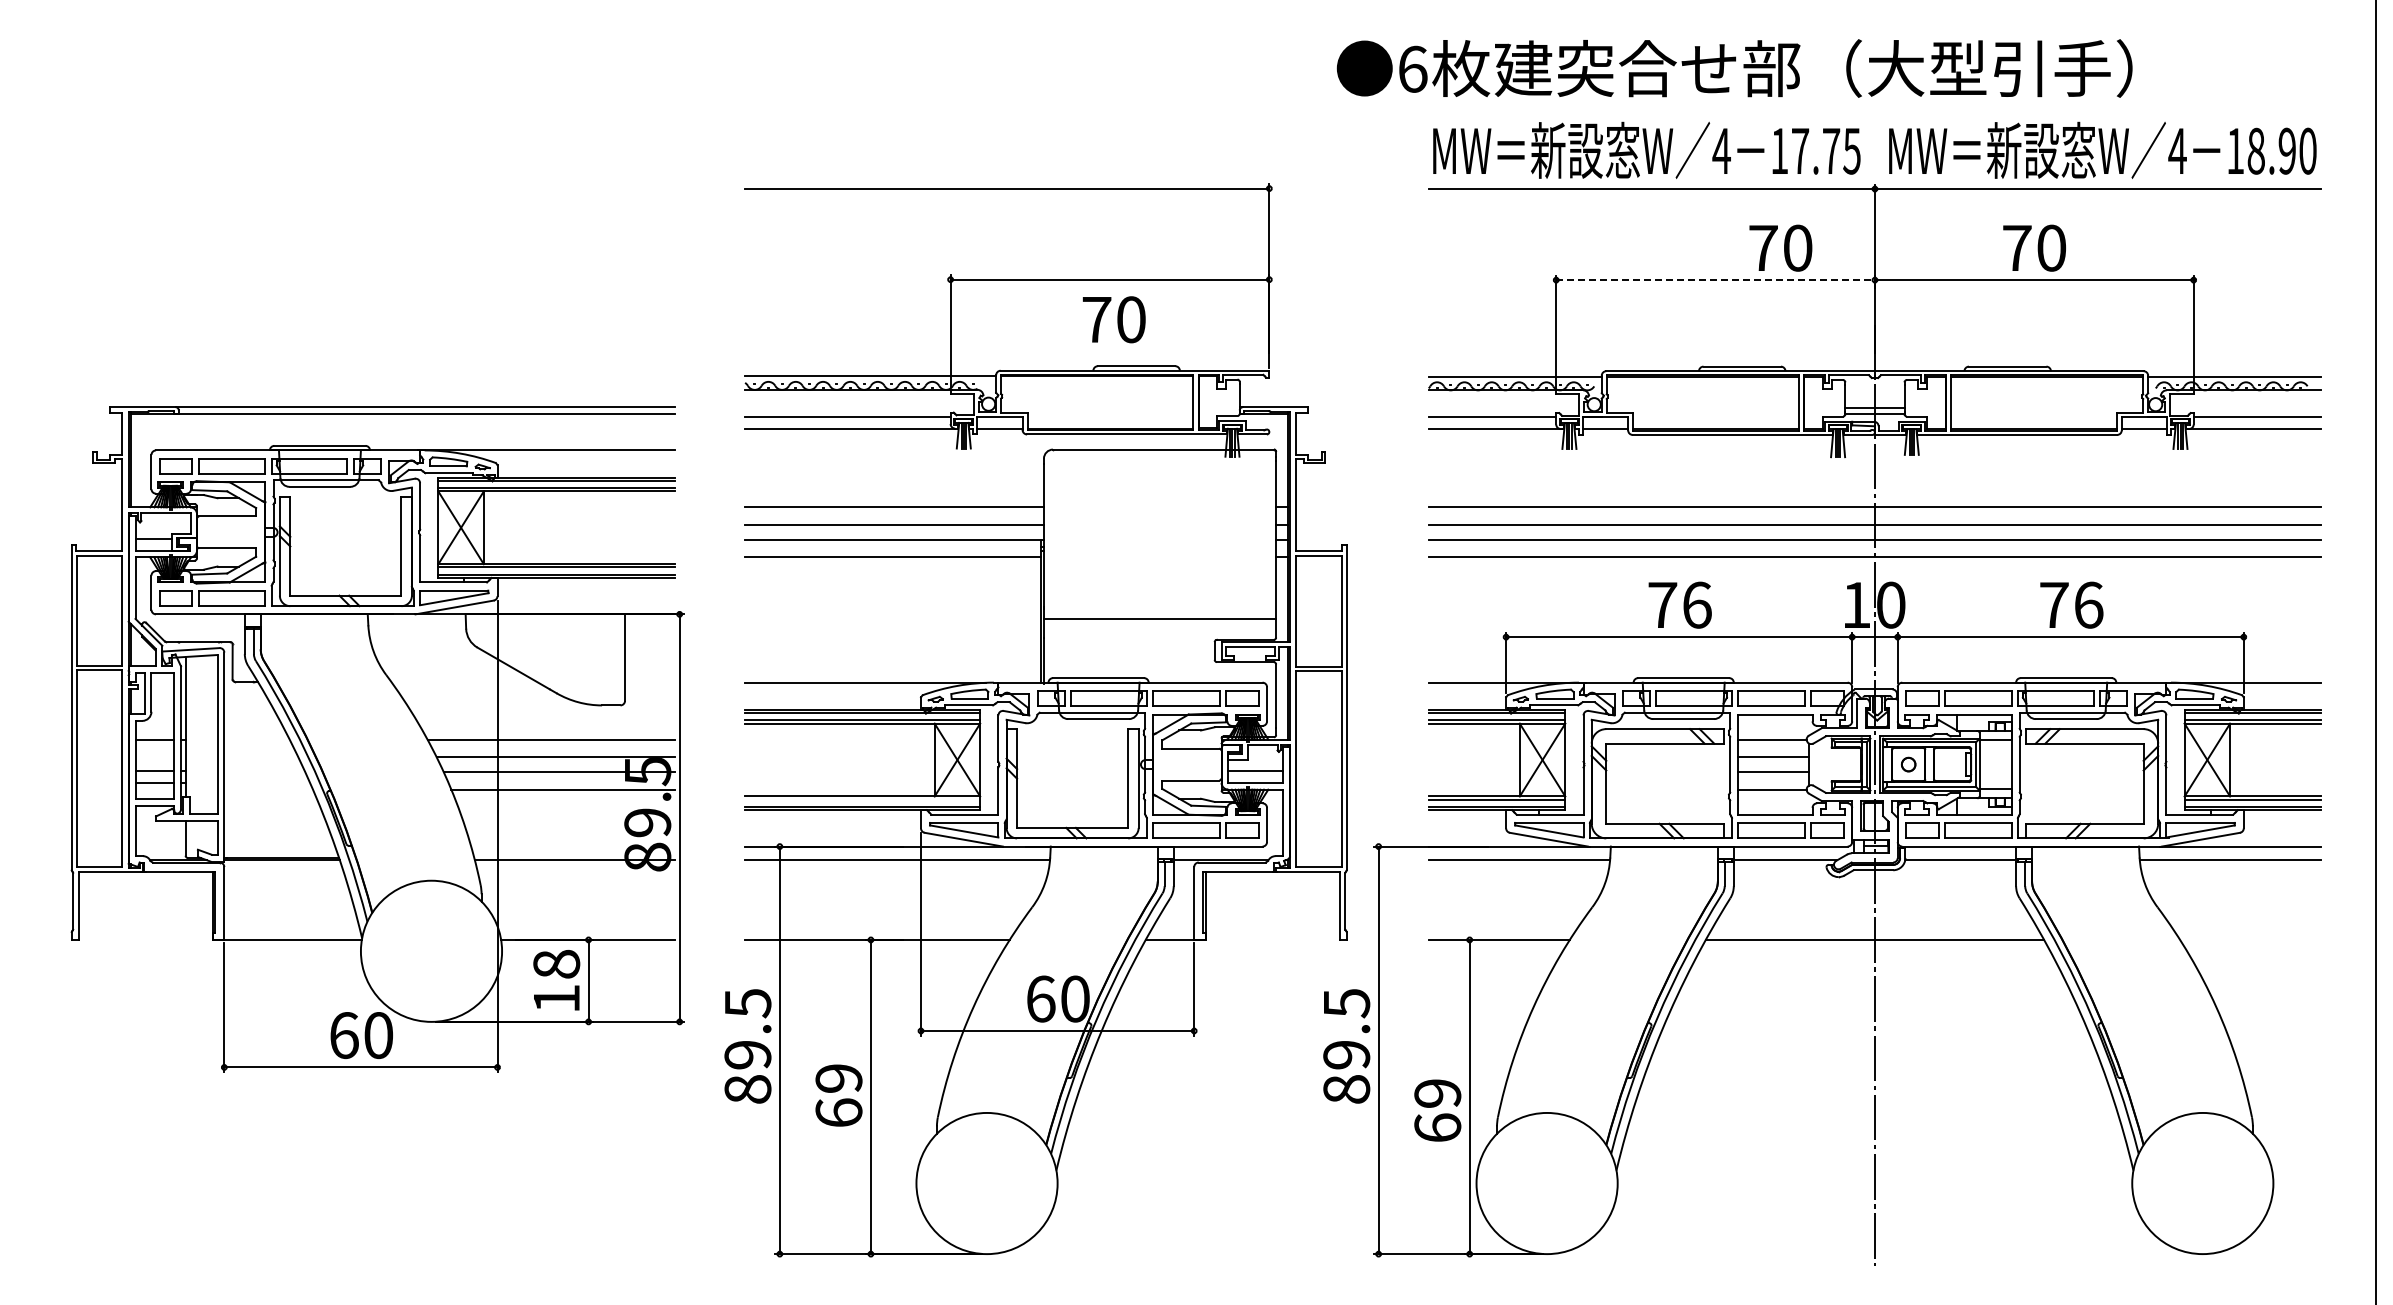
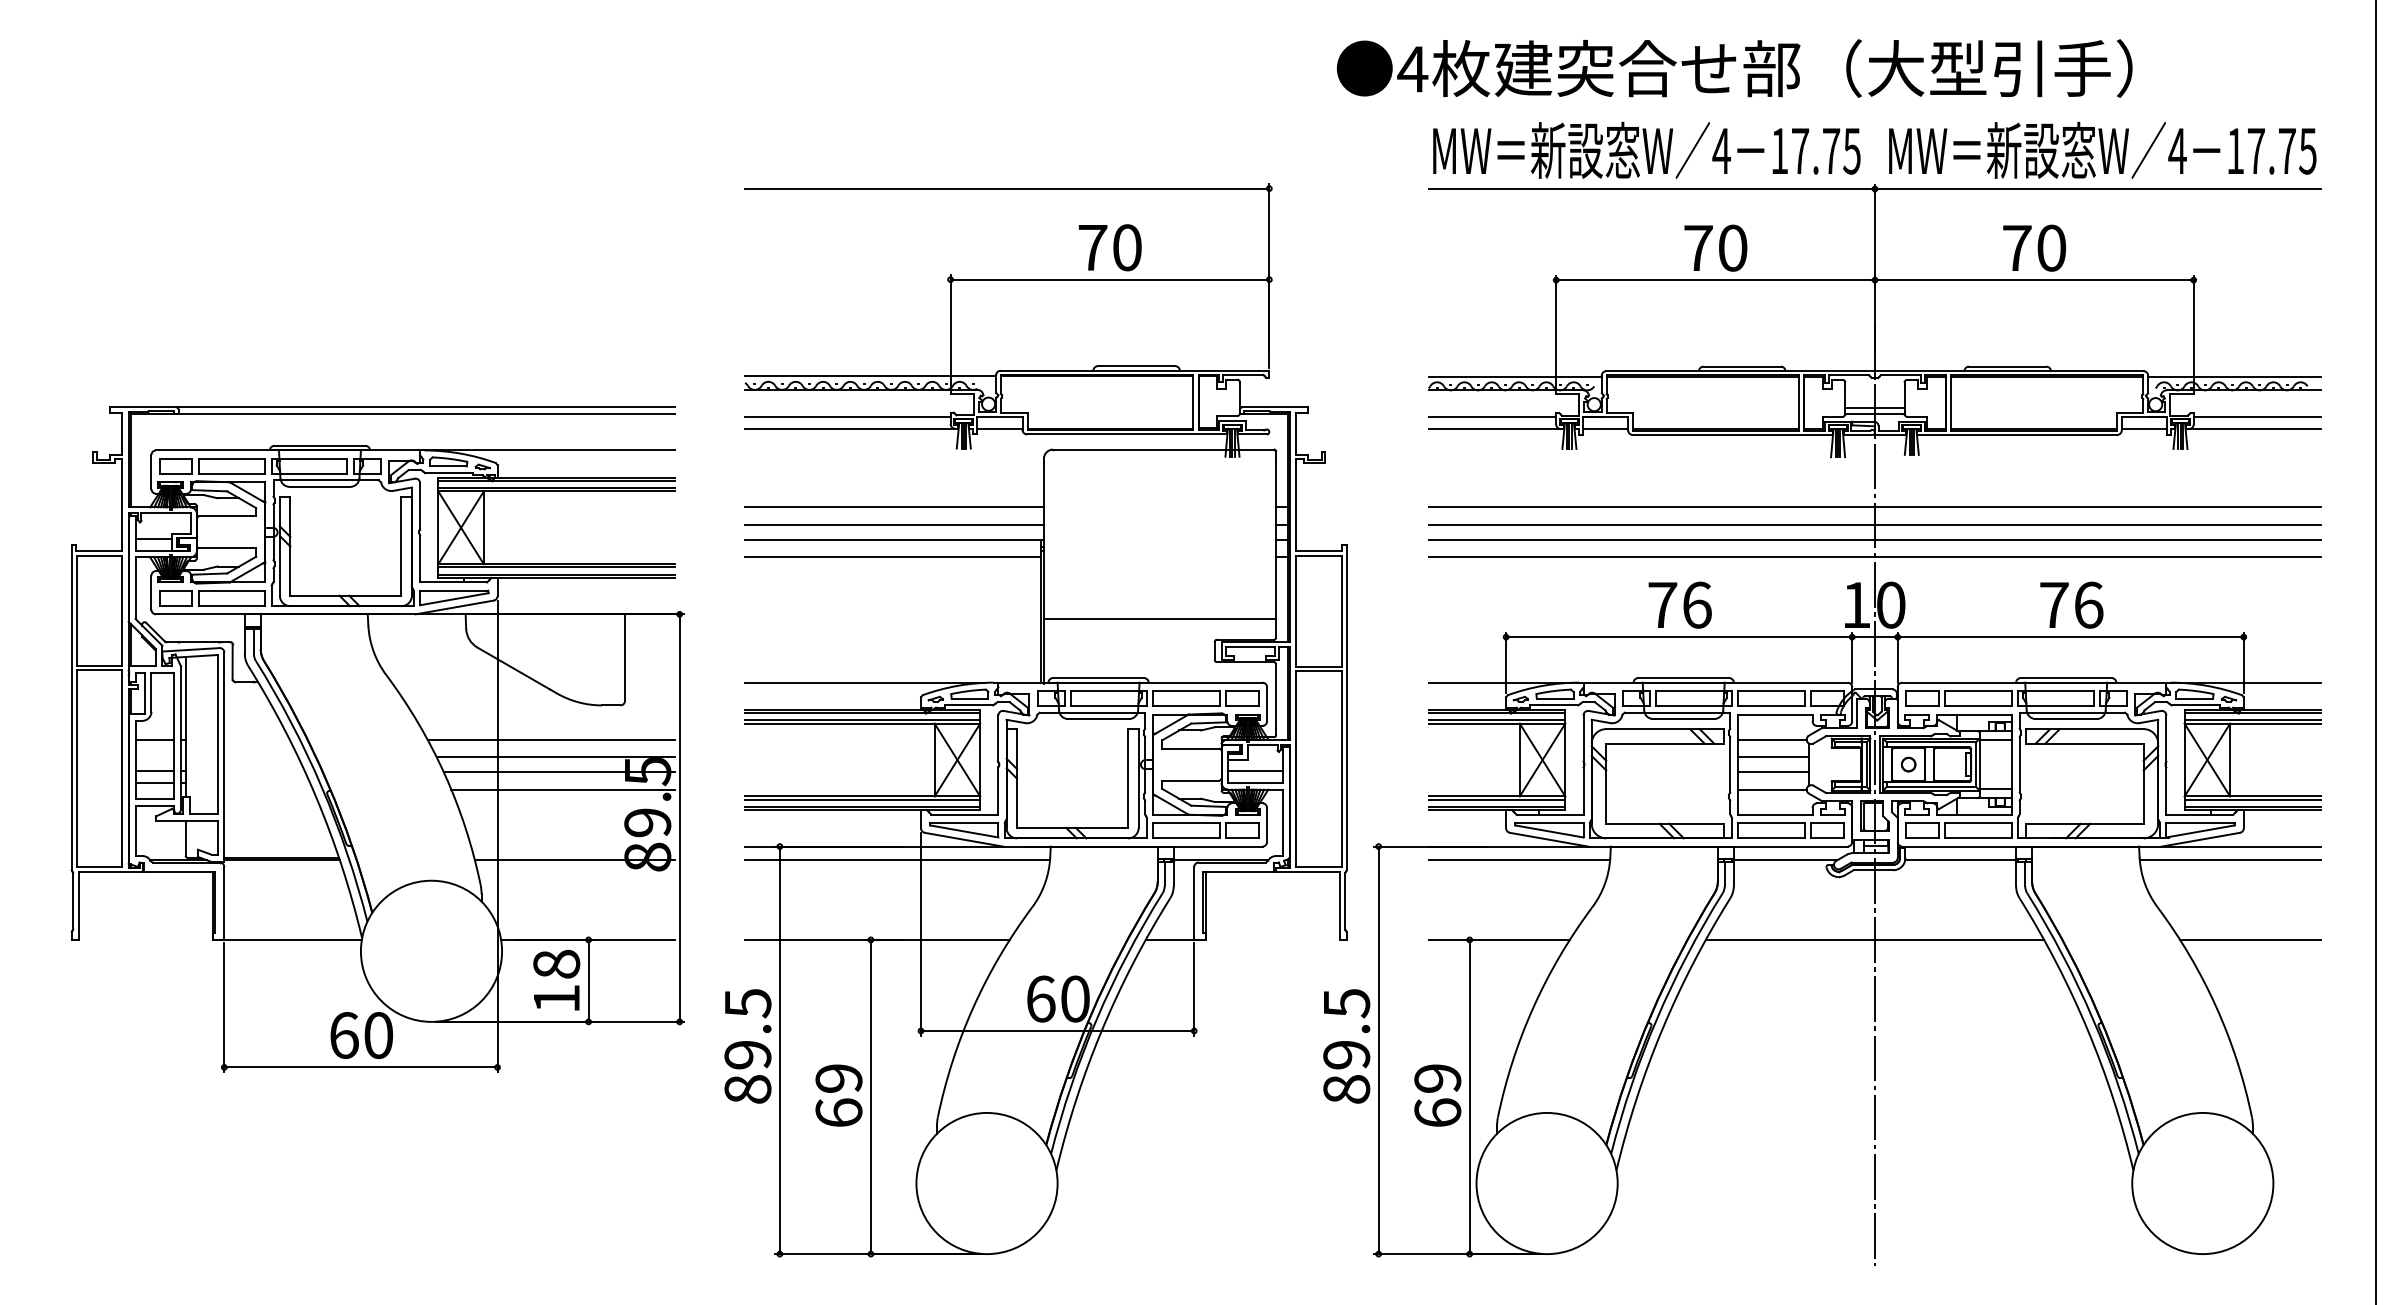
text at (1412, 68): 6 -> 4
text at (2281, 150): 18.90 -> 17.75
text at (1780, 247) position: (1780, 247) -> (1715, 247)
line at (1716, 280): dashed -> solid
text at (1114, 319) position: (1114, 319) -> (1110, 247)
line at (862, 799): none -> present
line at (2250, 939): none -> present
text at (1437, 1110) position: (1437, 1110) -> (1437, 1095)
